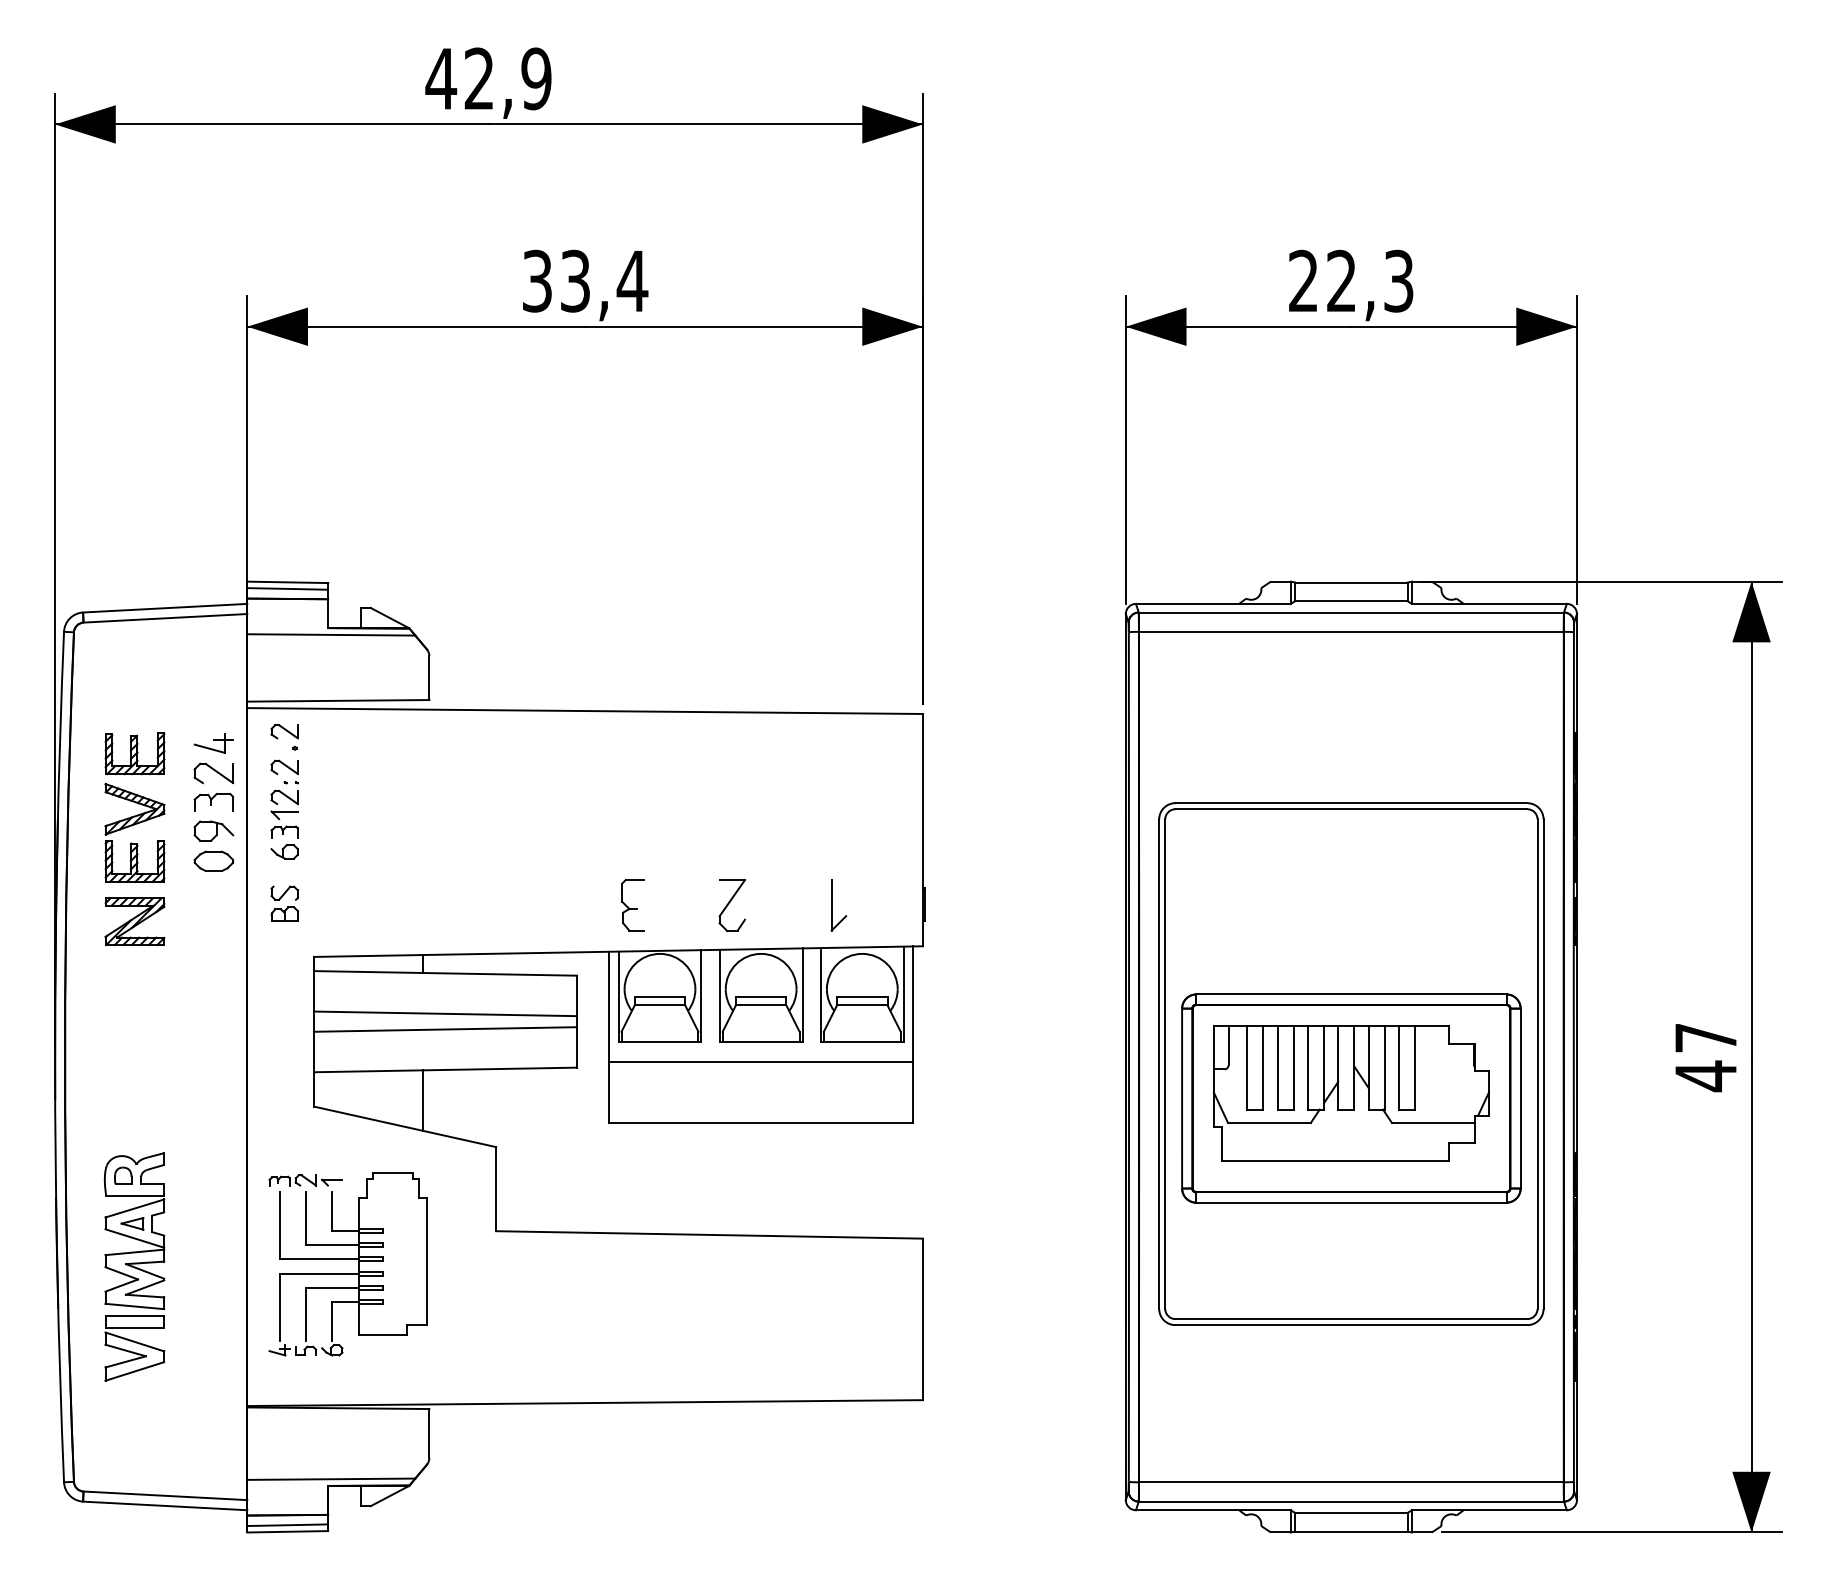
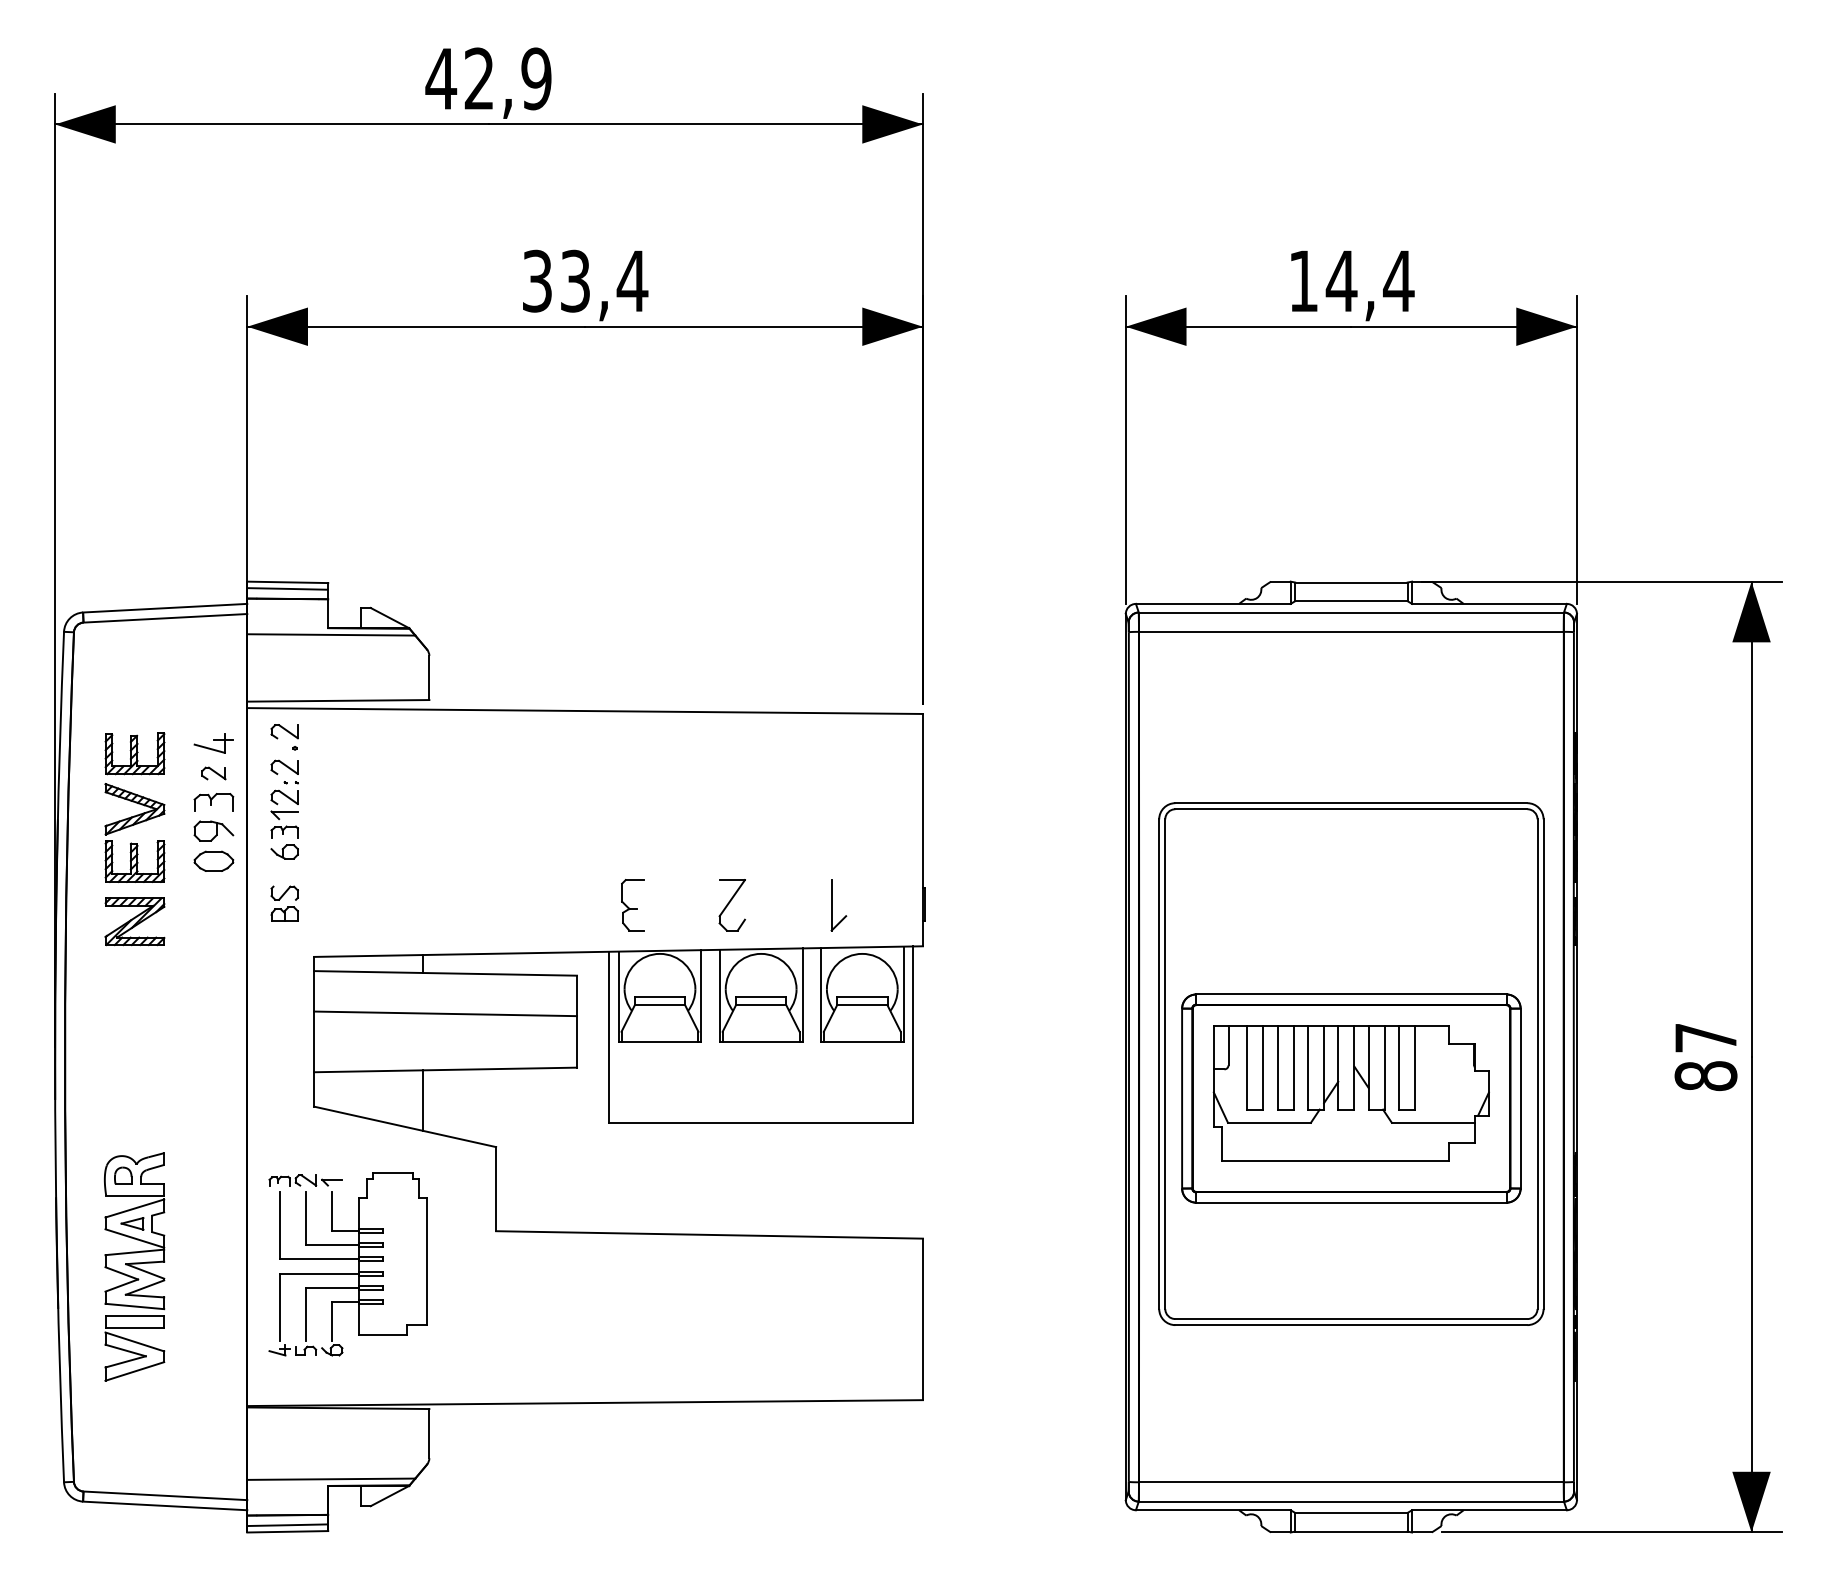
text at (1351, 280): 22,3 -> 14,4
part at (213, 773) size: 42x23 px -> 26x15 px
line at (445, 1029): present -> none
line at (760, 1062): present -> none
text at (1705, 1076): 47 -> 87
